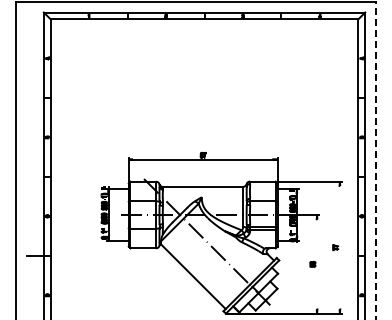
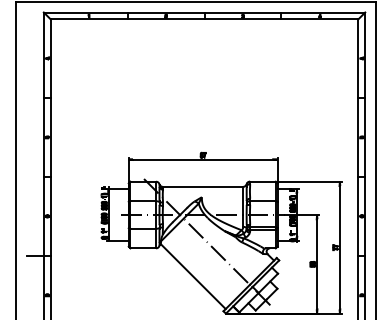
line at (375, 160): dashed -> solid
line at (339, 247): none -> present
line at (317, 264): none -> present
